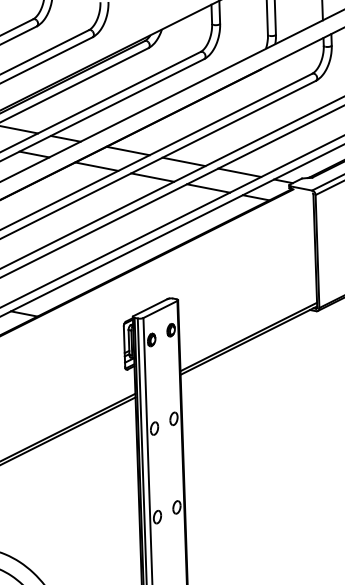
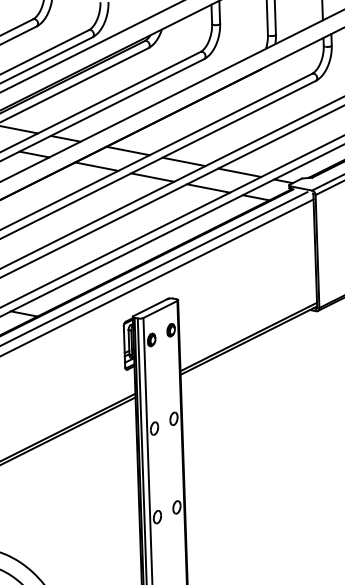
line at (91, 46): none -> present
line at (154, 268): none -> present
line at (157, 277): none -> present
